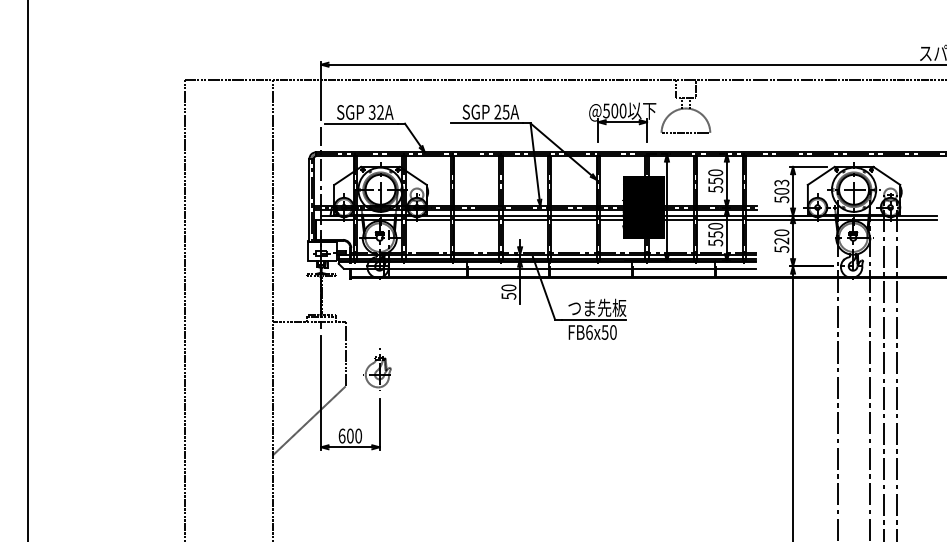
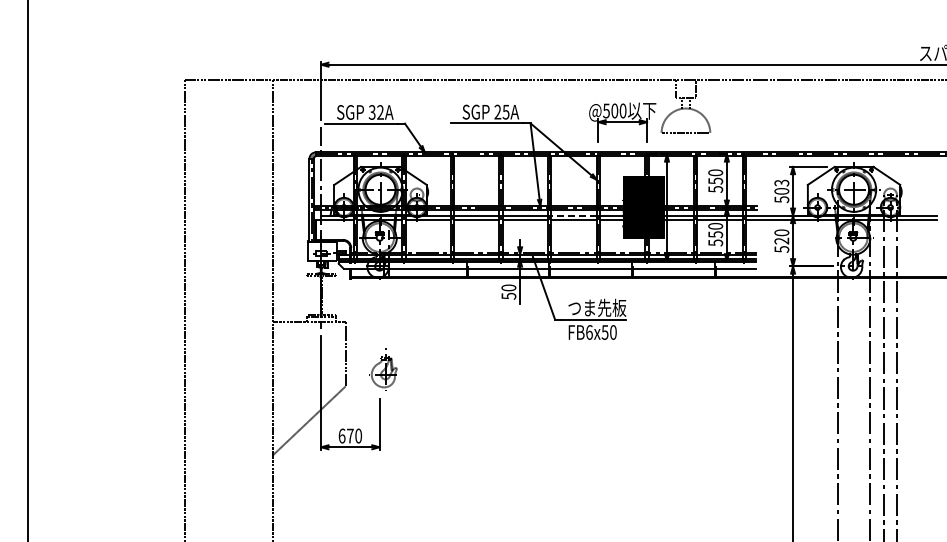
line at (574, 215): solid -> dashed
part at (377, 369) position: (377, 369) -> (383, 369)
text at (350, 435): 600 -> 670
